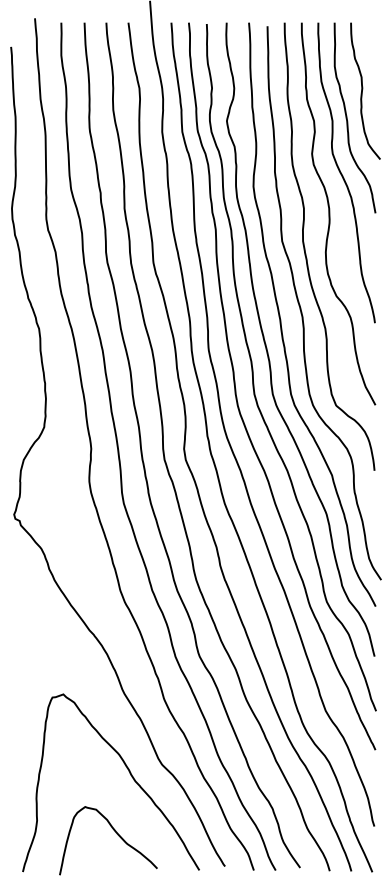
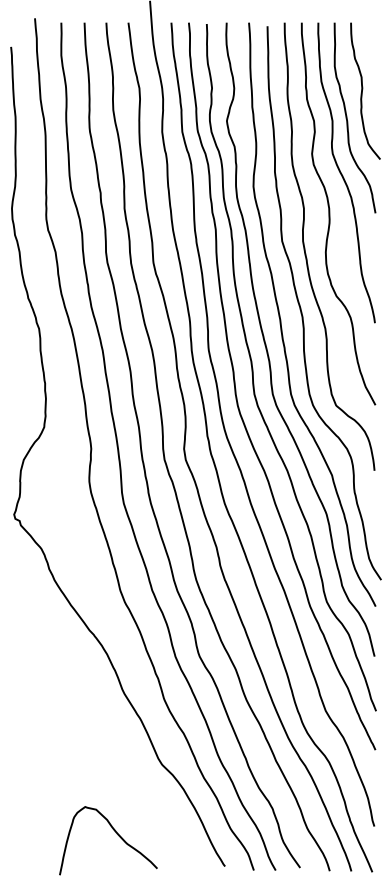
curve at (129, 773): present -> none
